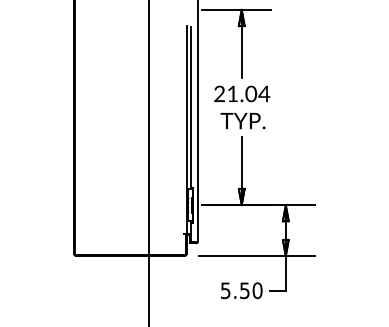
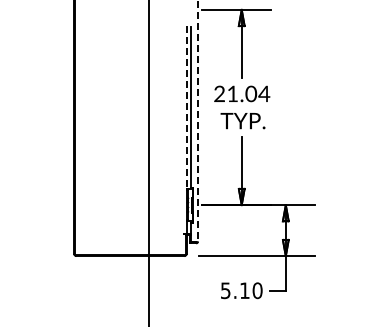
line at (186, 108): solid -> dashed
line at (198, 121): solid -> dashed
text at (244, 290): 5.50 -> 5.10
